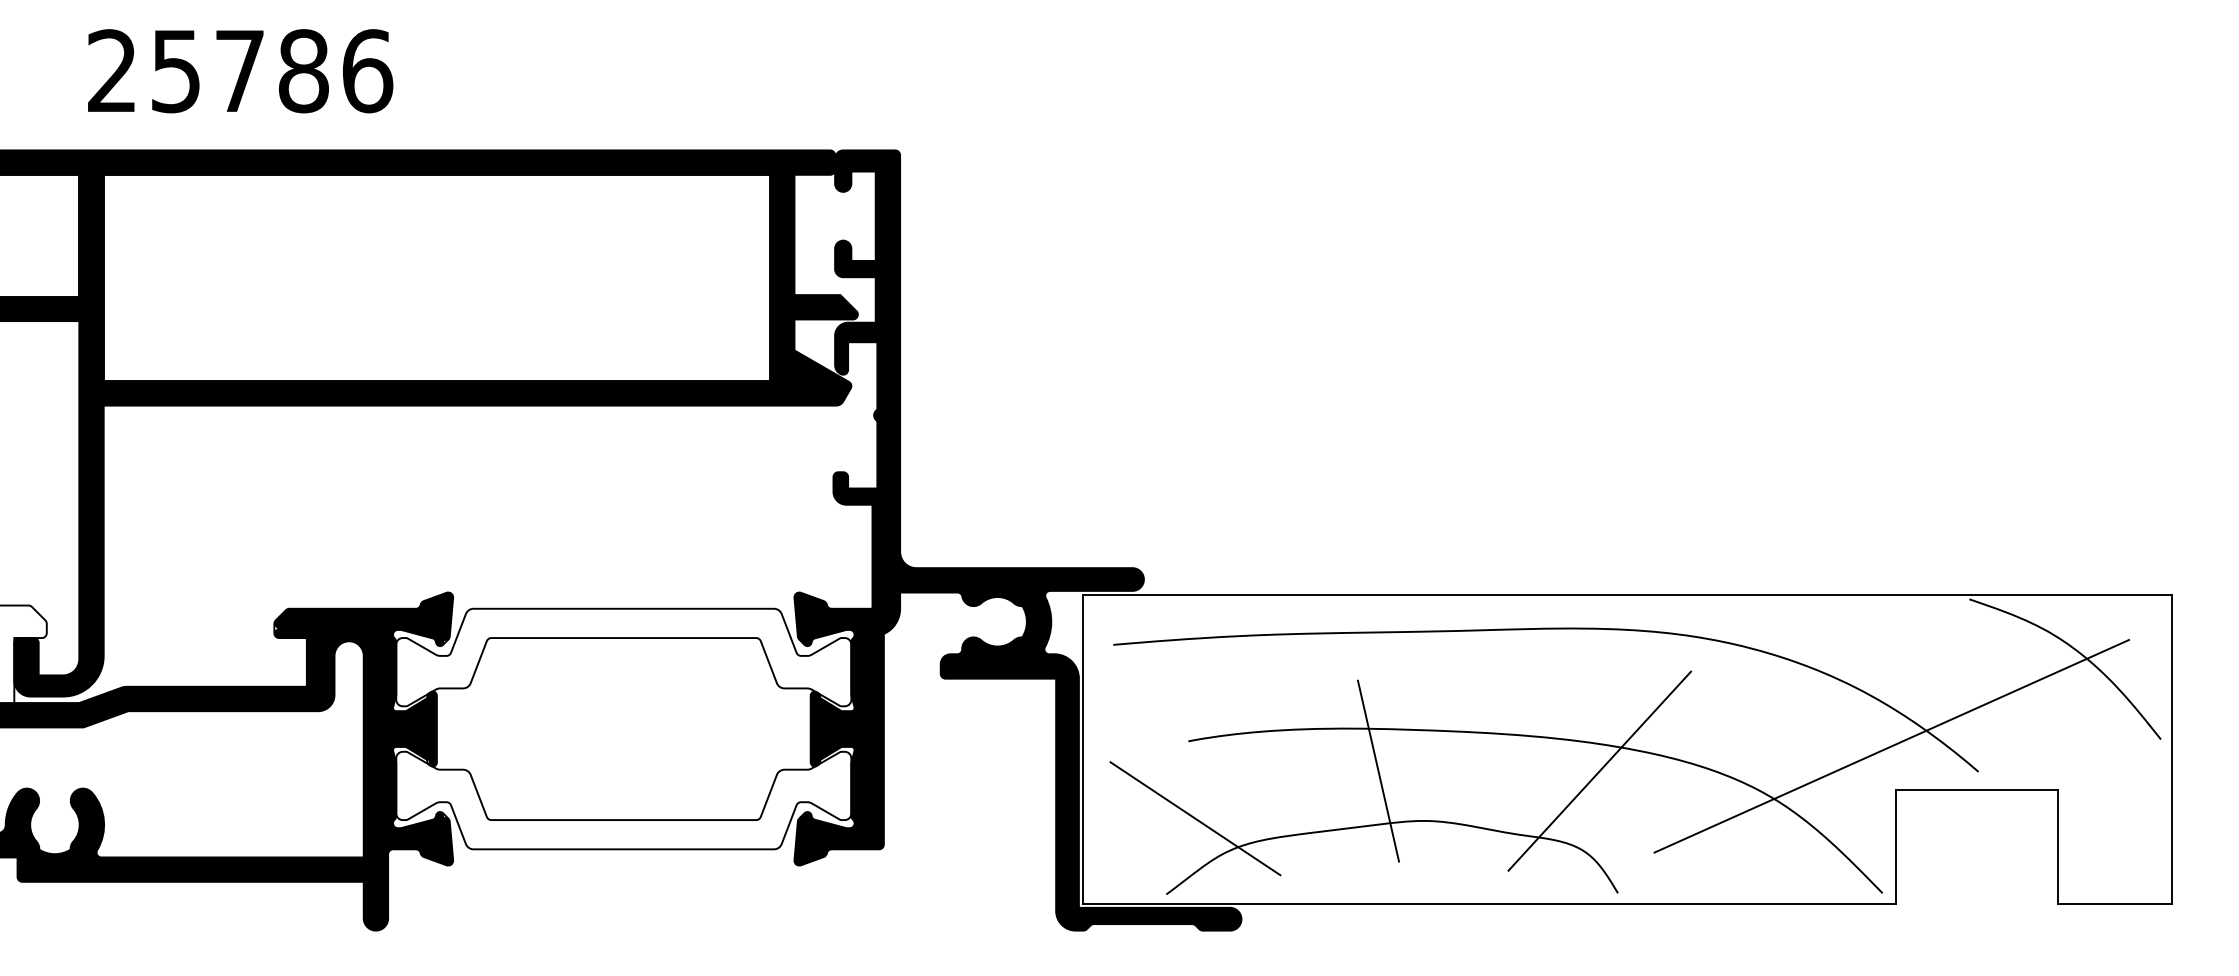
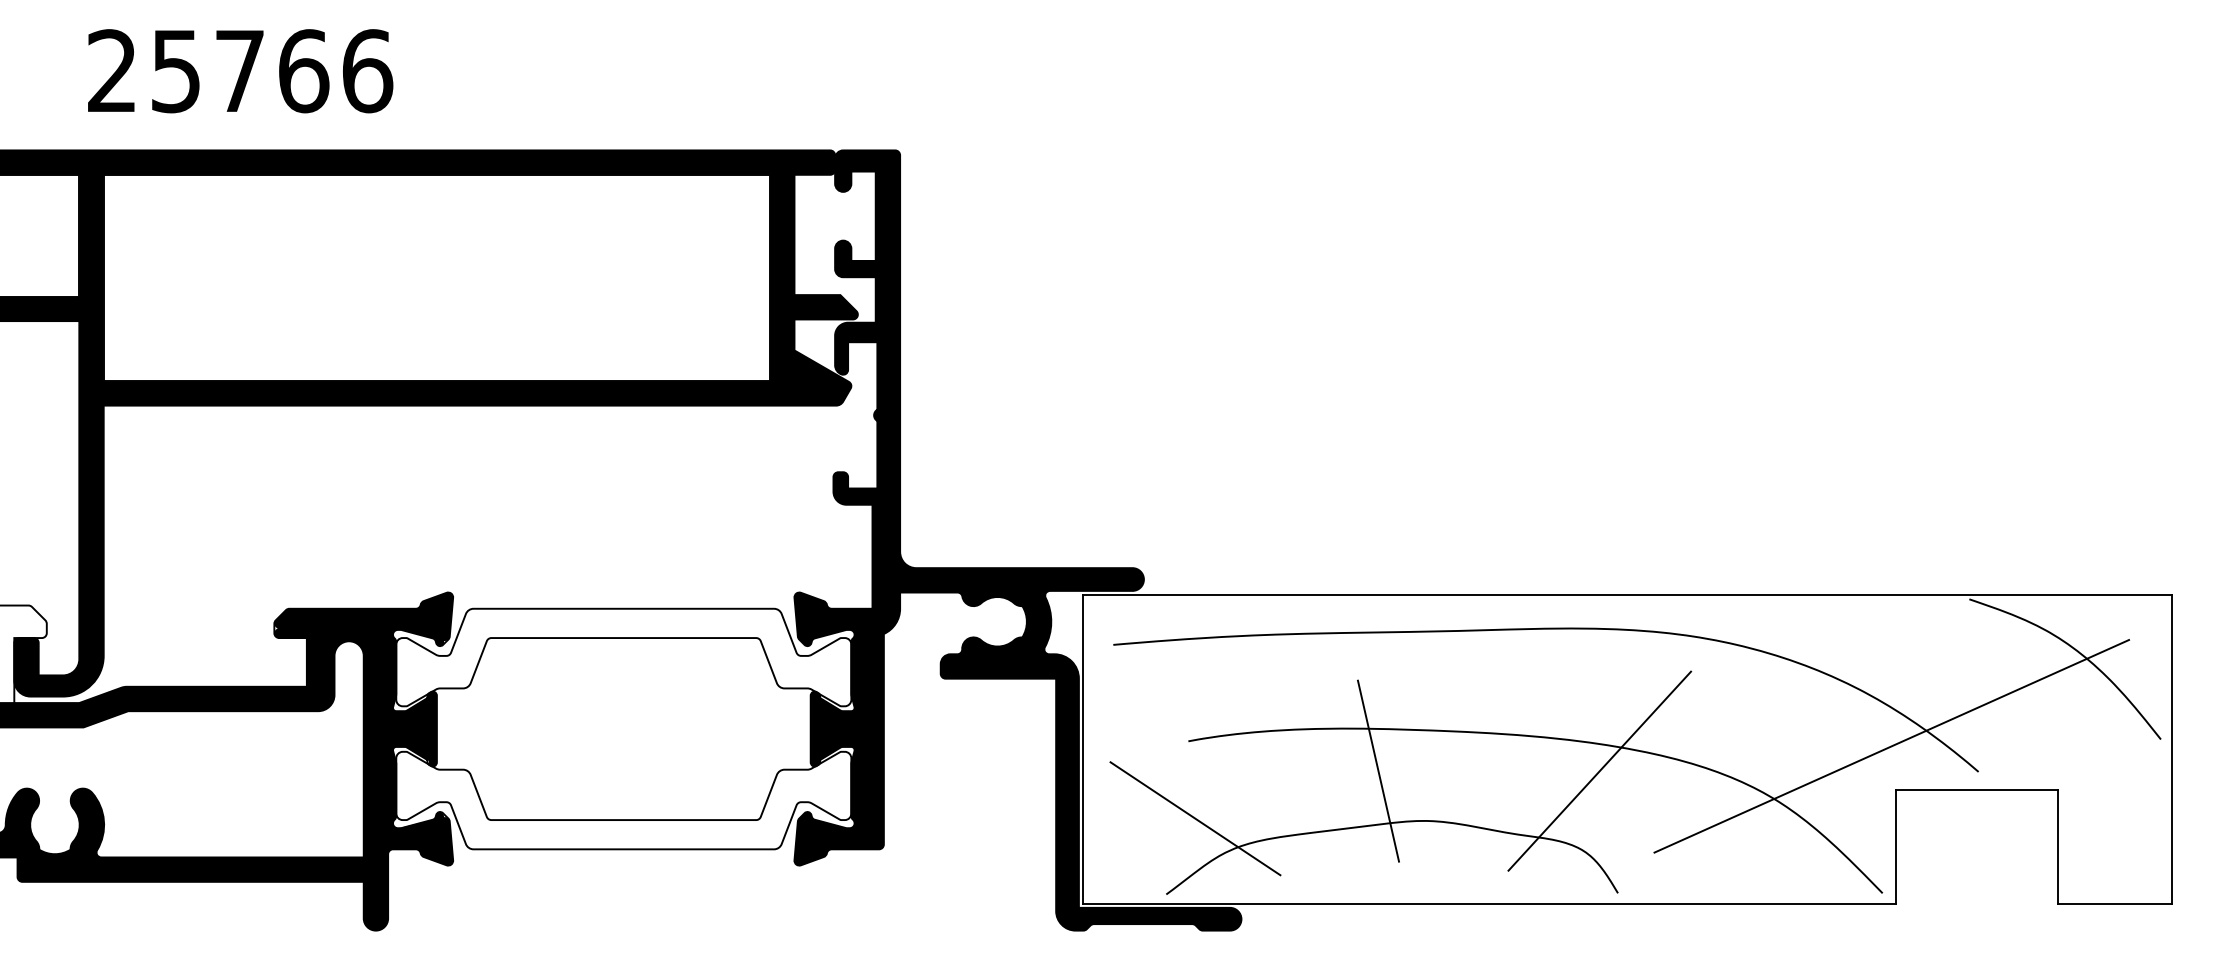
text at (304, 71): 25786 -> 25766
